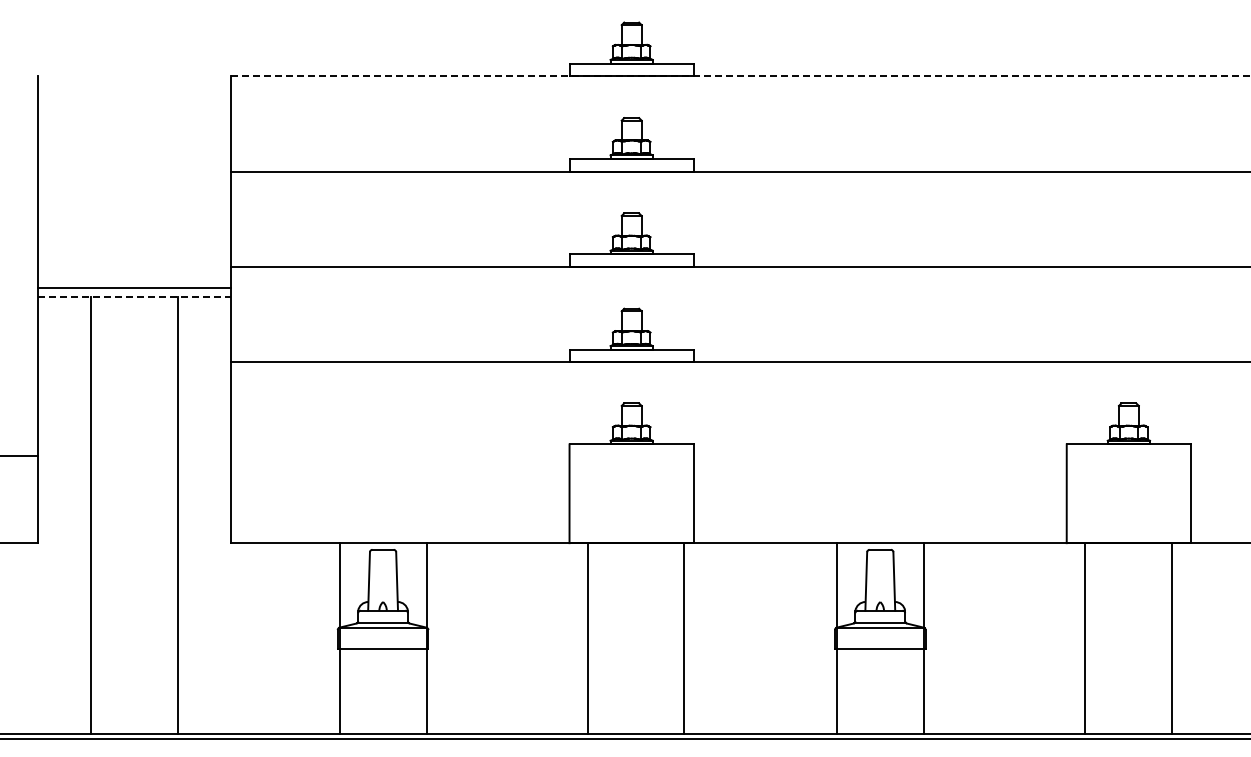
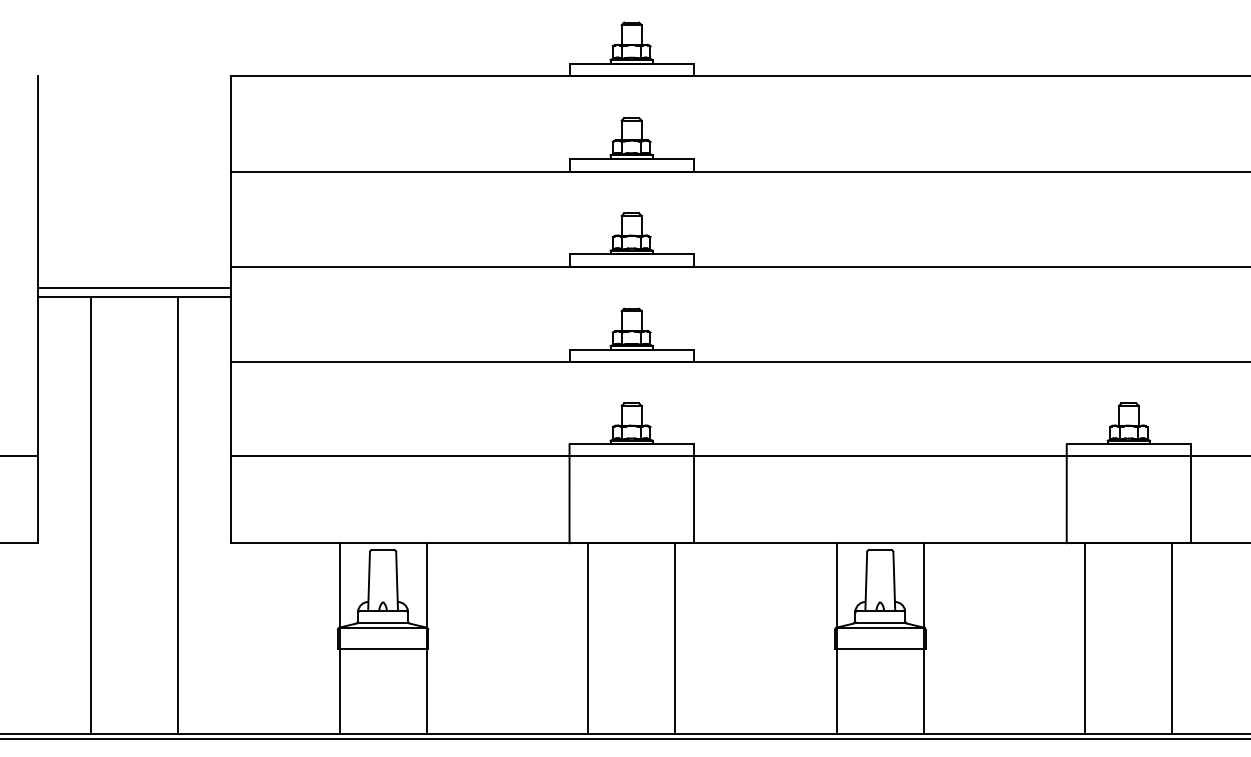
line at (741, 76): dashed -> solid
line at (134, 296): dashed -> solid
line at (739, 456): none -> present
line at (684, 638) position: (684, 638) -> (675, 638)
